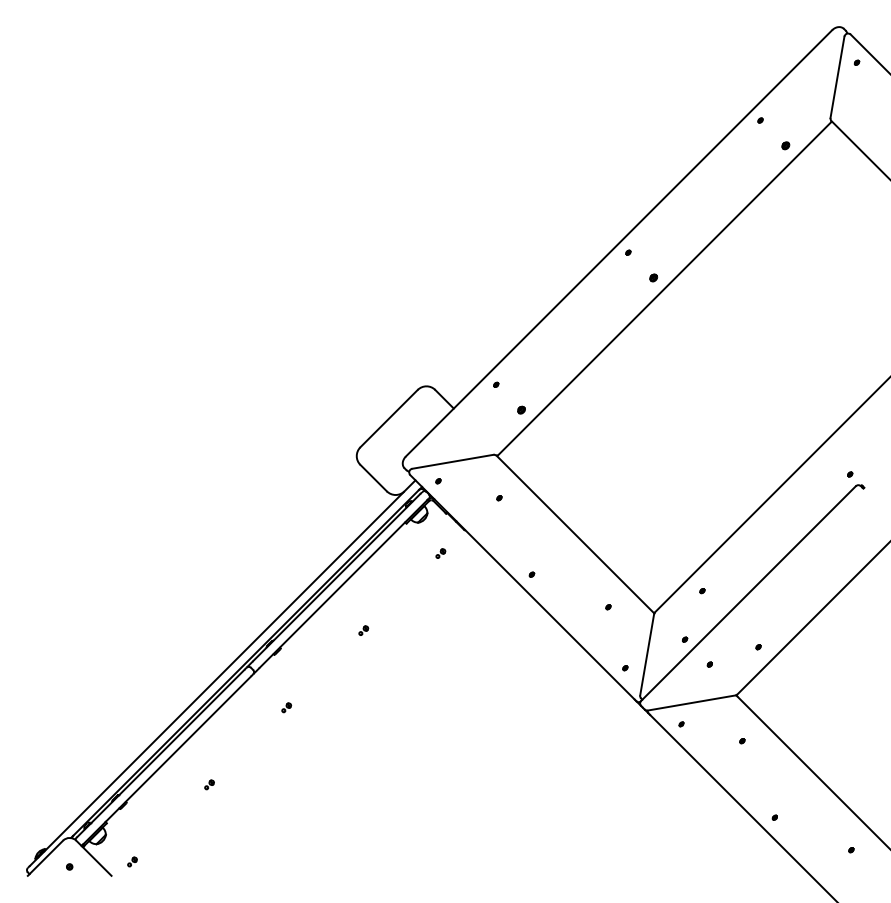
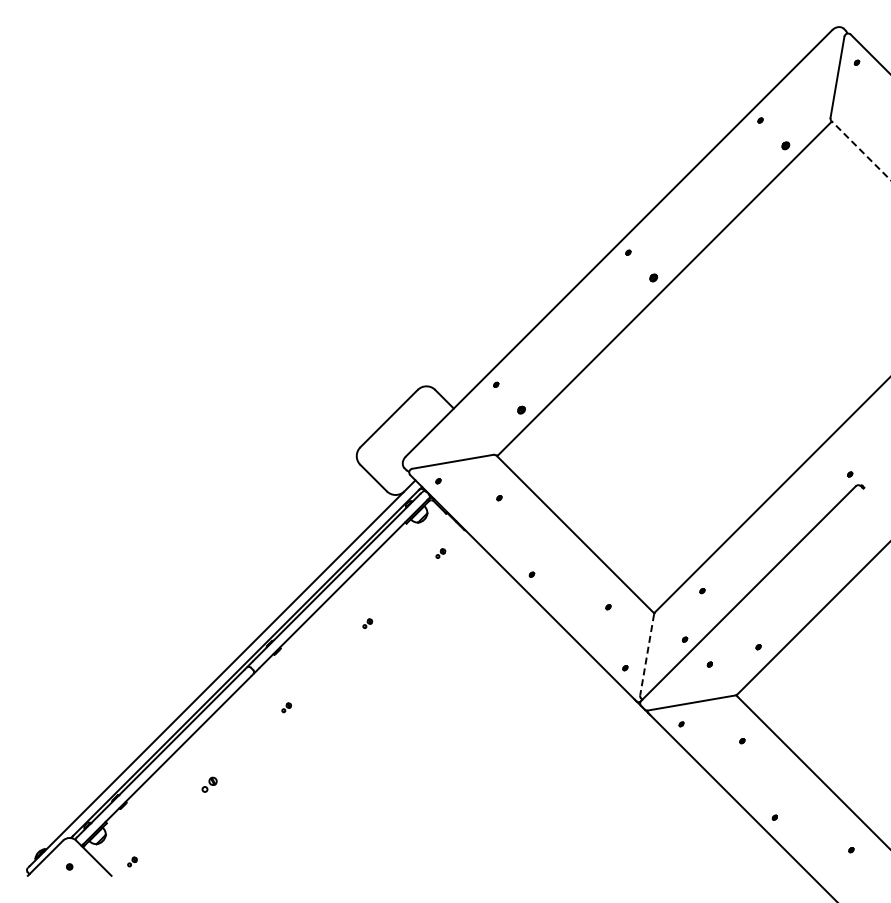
line at (861, 150): solid -> dashed
part at (363, 630) position: (363, 630) -> (367, 623)
line at (647, 655): solid -> dashed
part at (209, 784) size: 11x12 px -> 17x17 px
